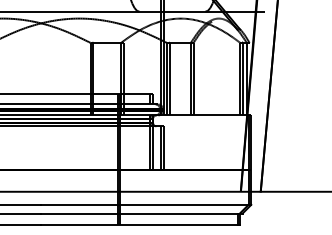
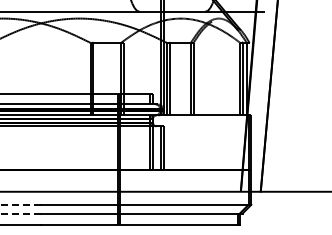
line at (20, 204): solid -> dashed
line at (20, 213): solid -> dashed
